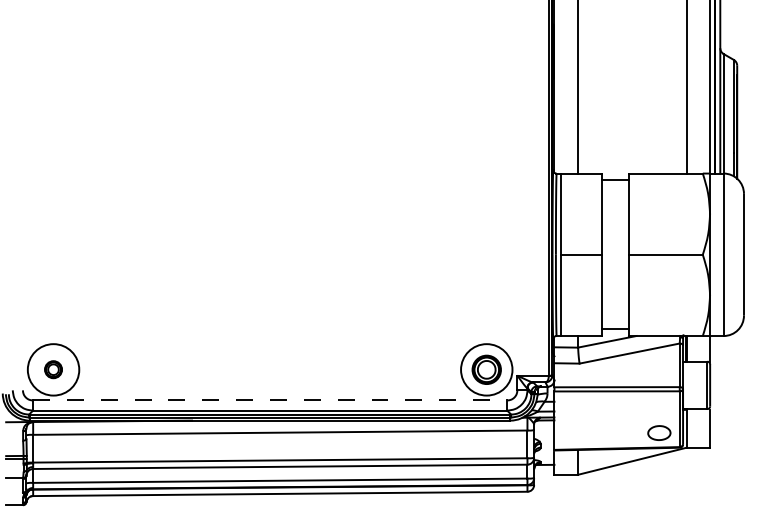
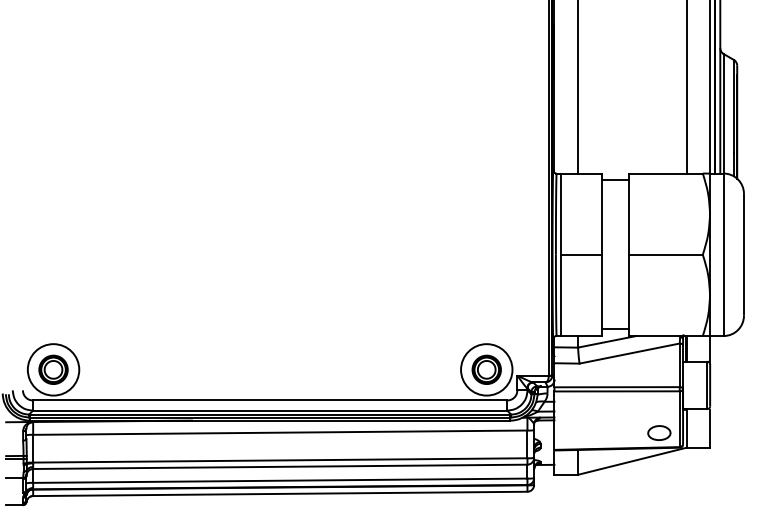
part at (53, 369) size: 19x20 px -> 31x31 px
line at (270, 400): dashed -> solid
